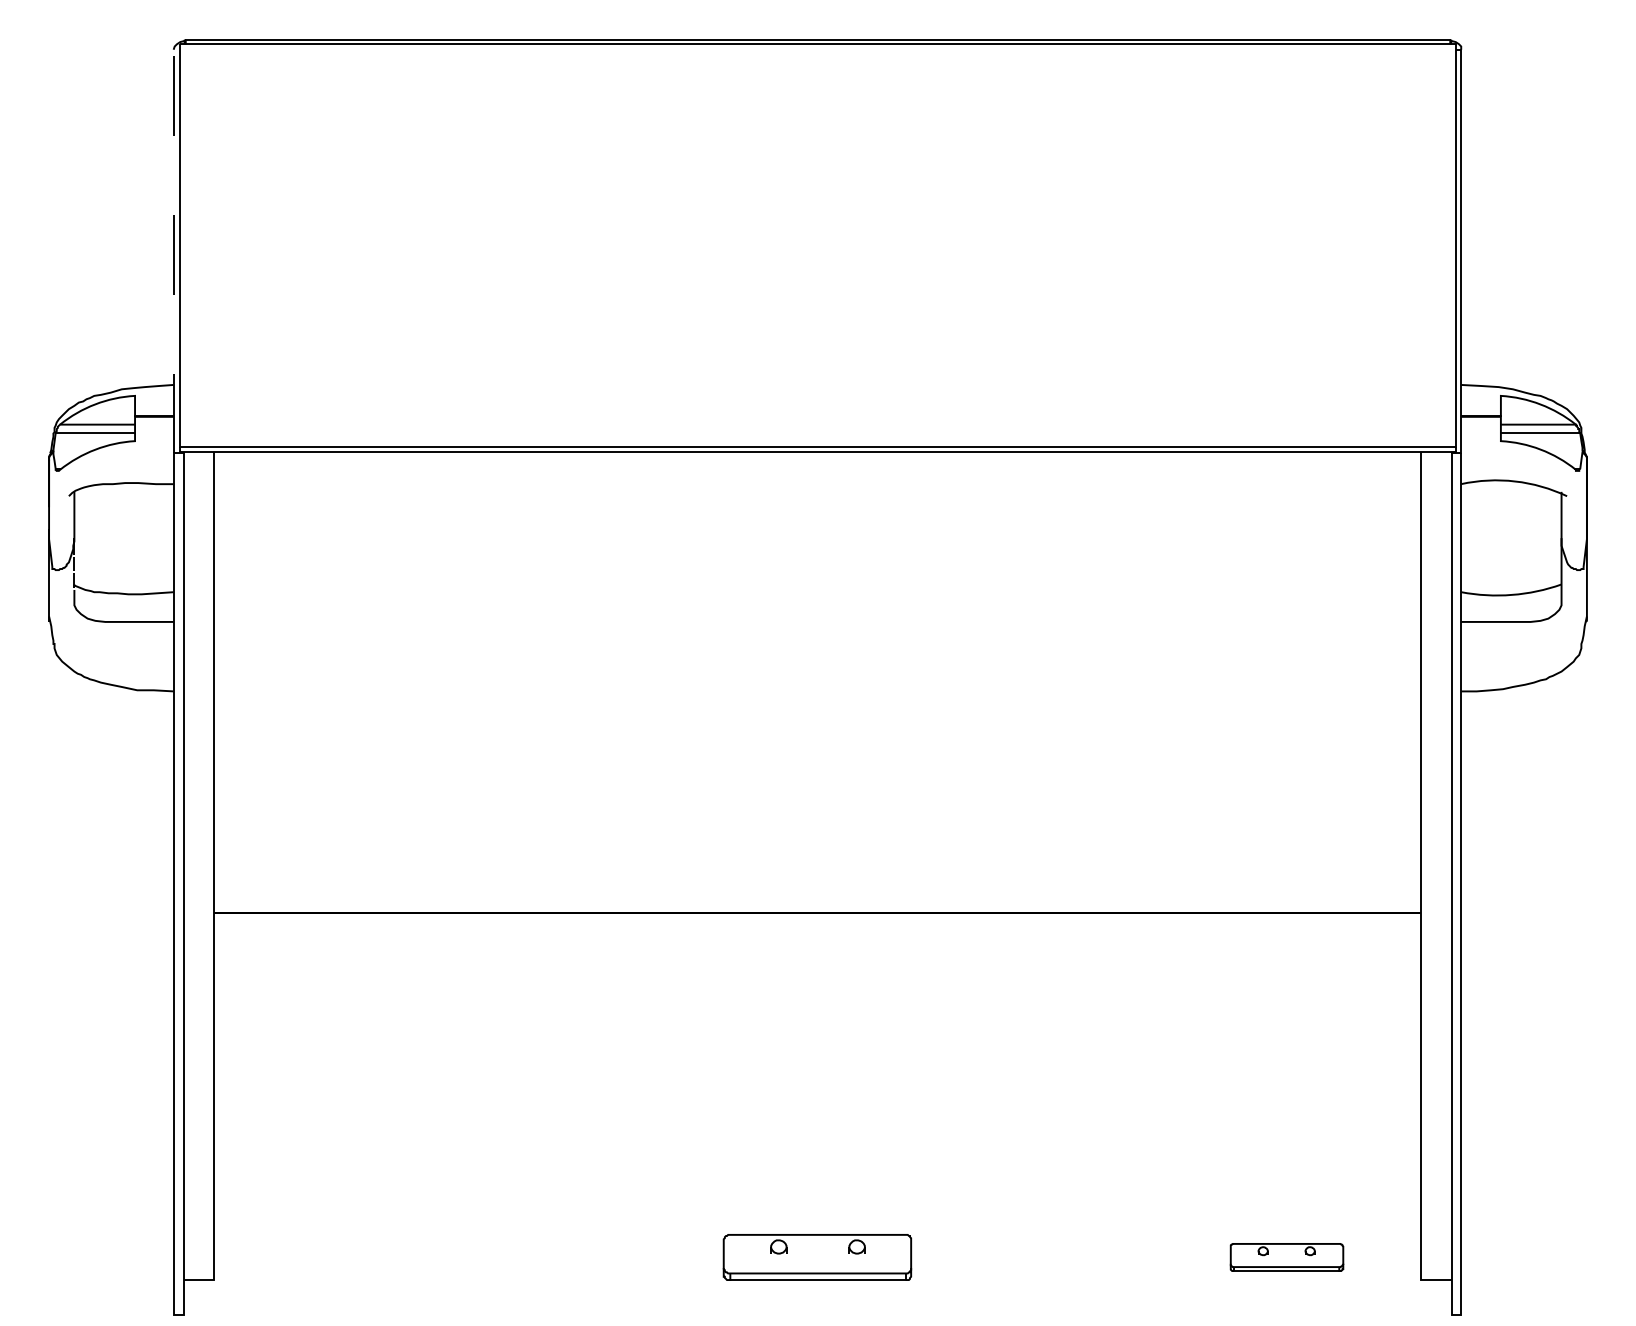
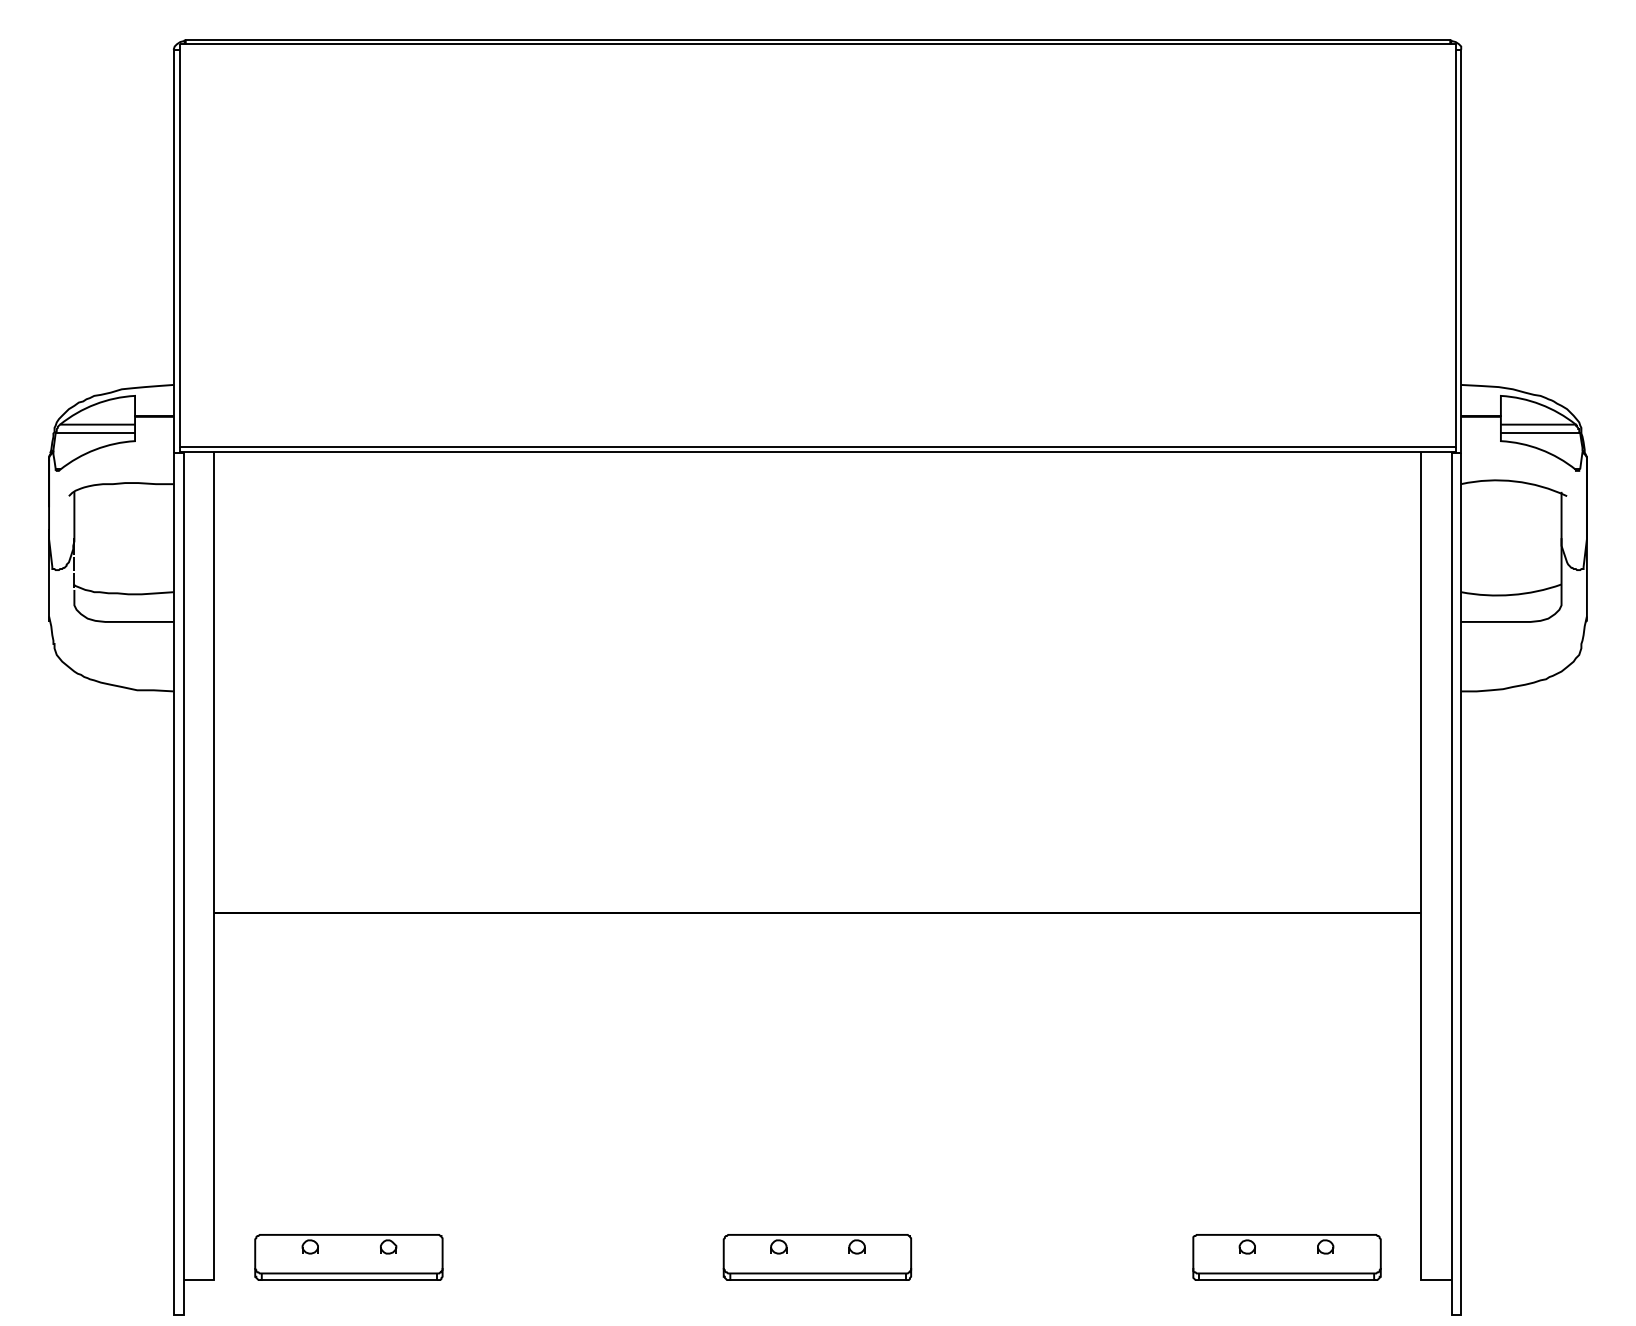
line at (173, 247): dashed -> solid
part at (348, 1257): none -> present
part at (1286, 1257) size: 116x29 px -> 190x47 px
